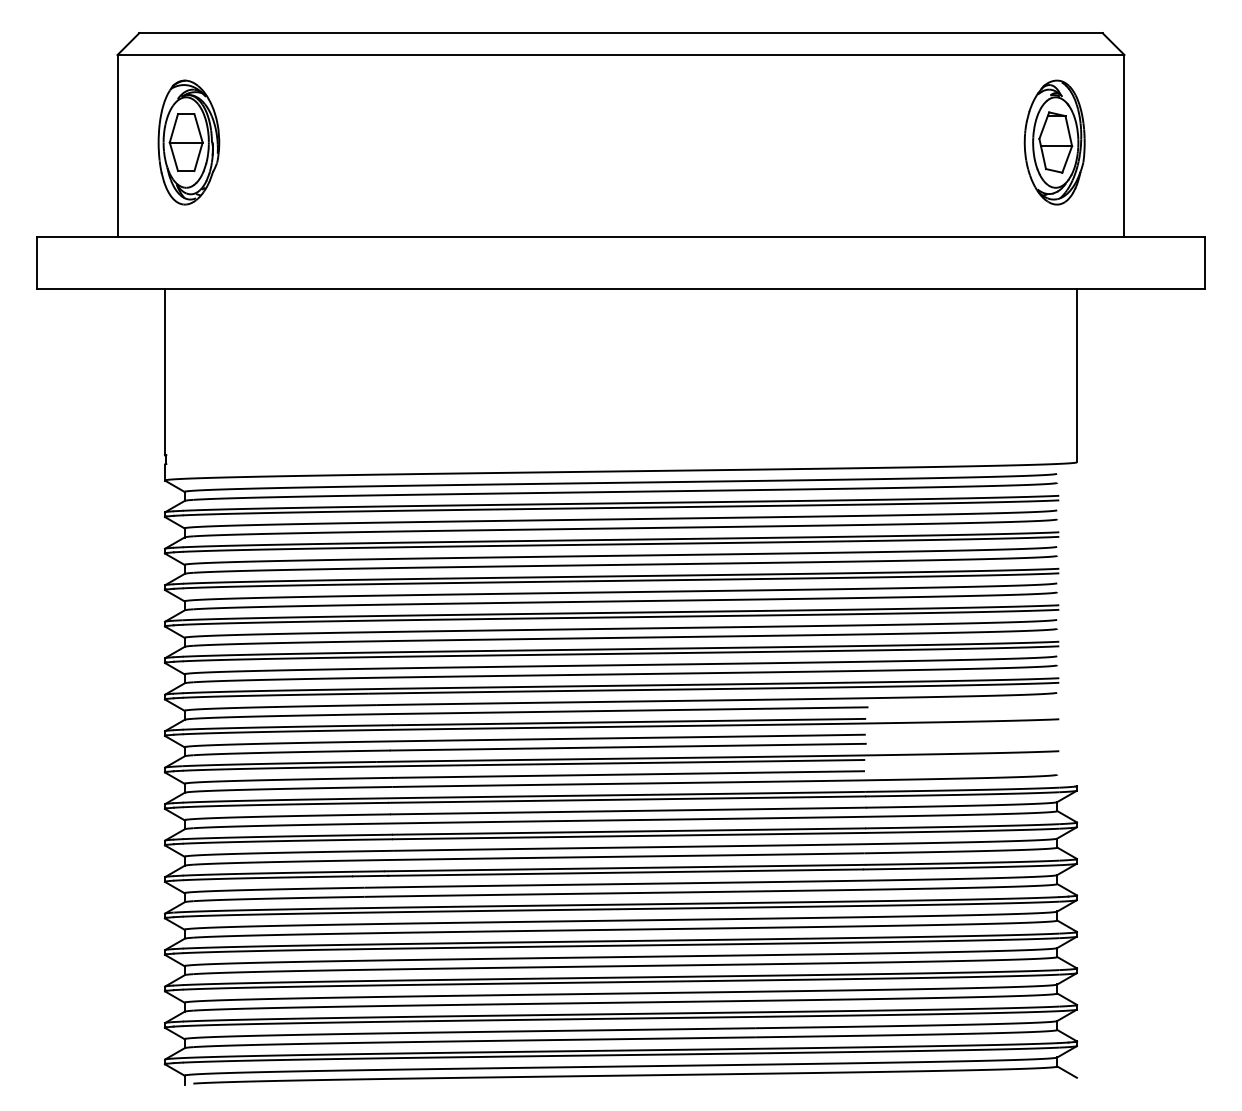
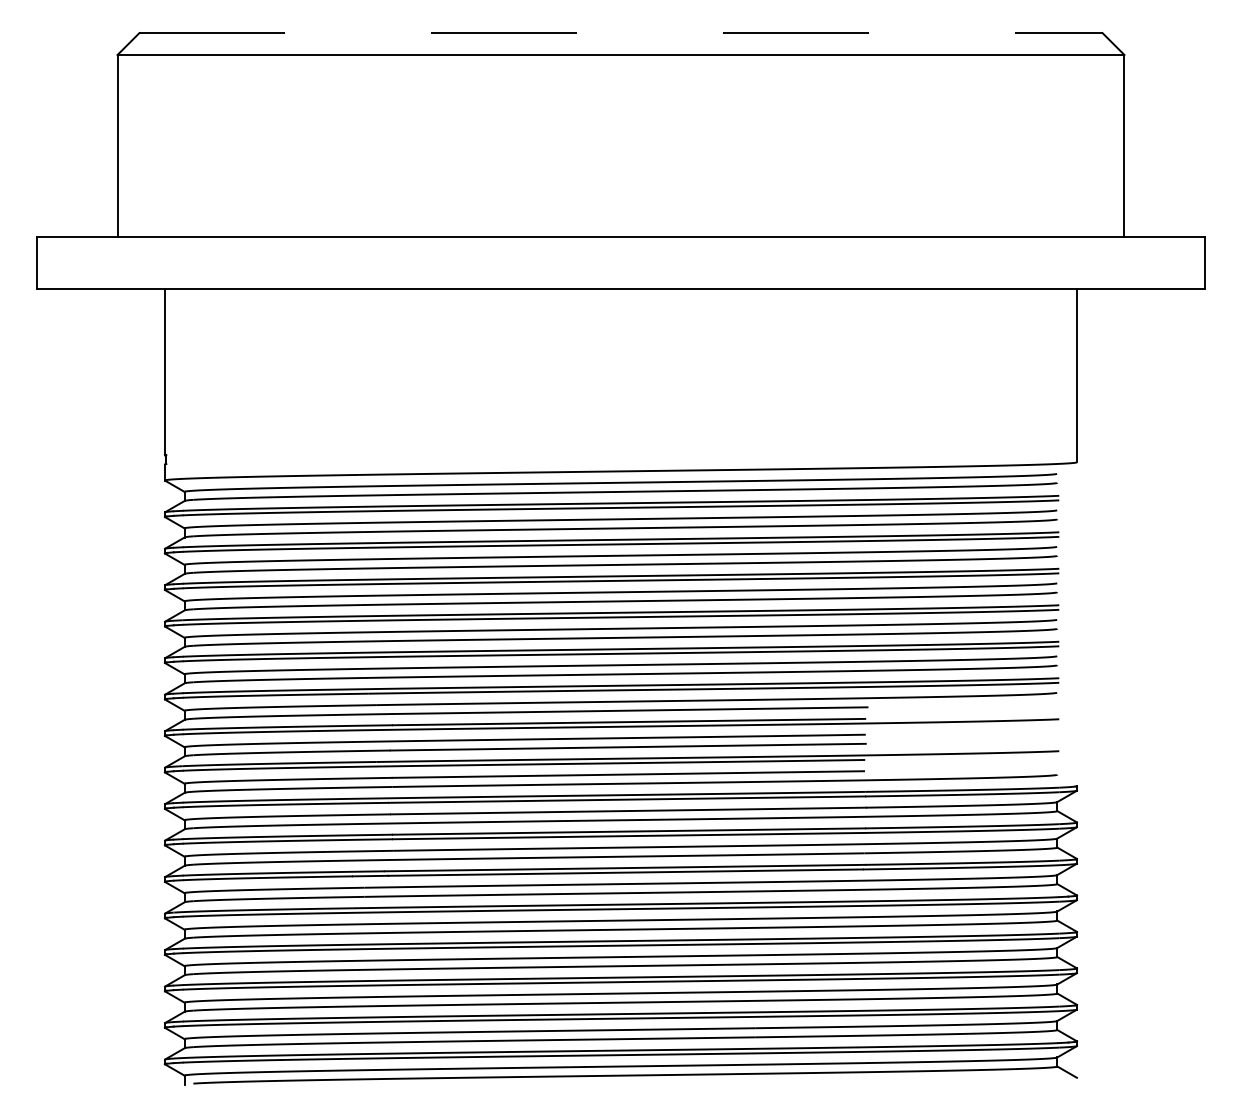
line at (621, 33): solid -> dashed
part at (188, 142): present -> none
part at (1054, 142): present -> none
